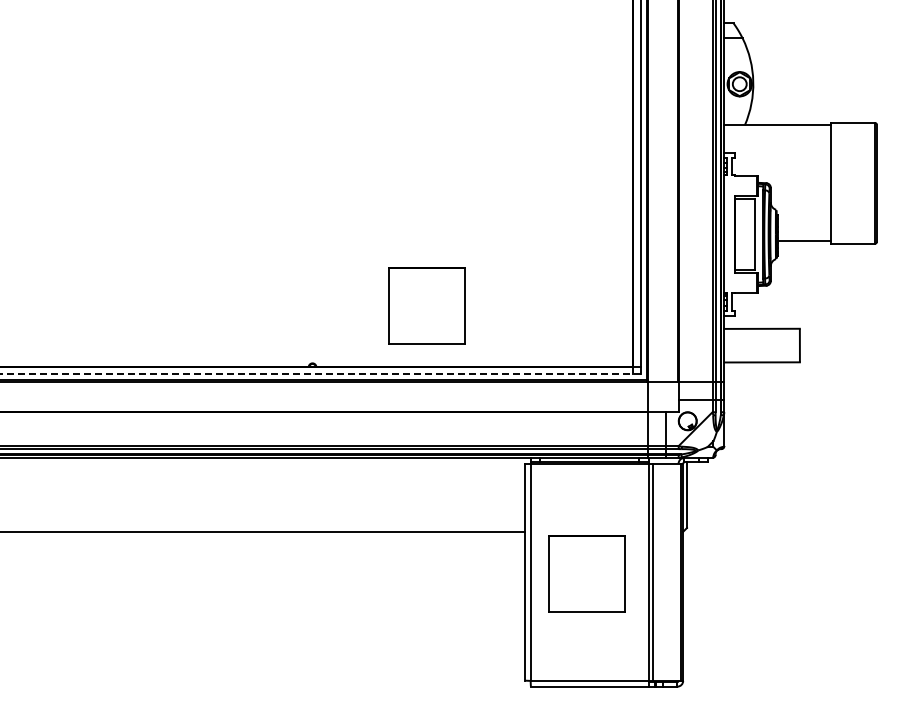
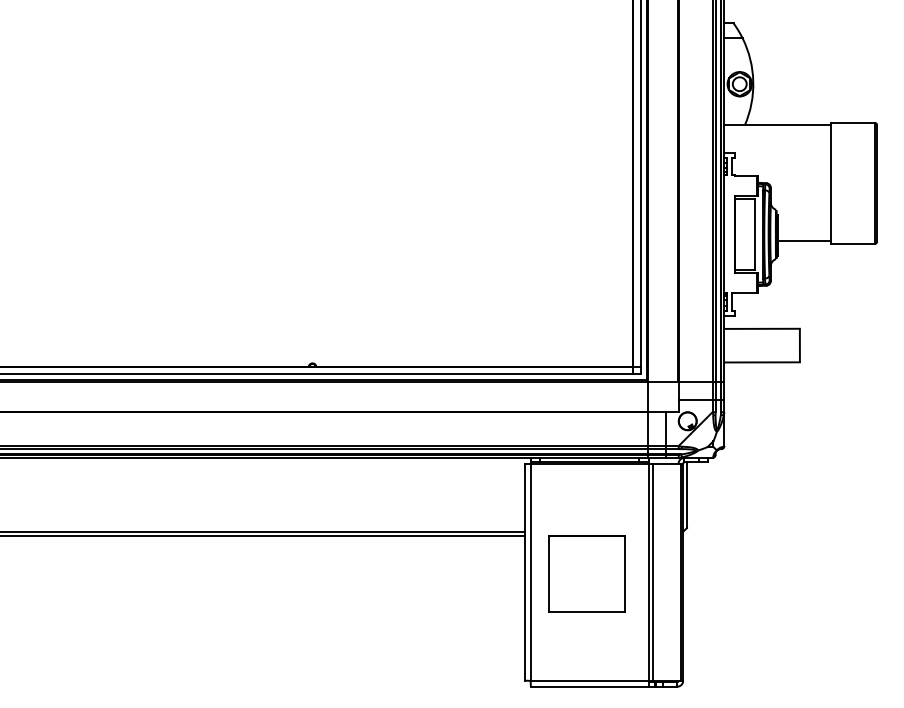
part at (426, 305): present -> none
line at (320, 374): dashed -> solid
line at (263, 536): none -> present
